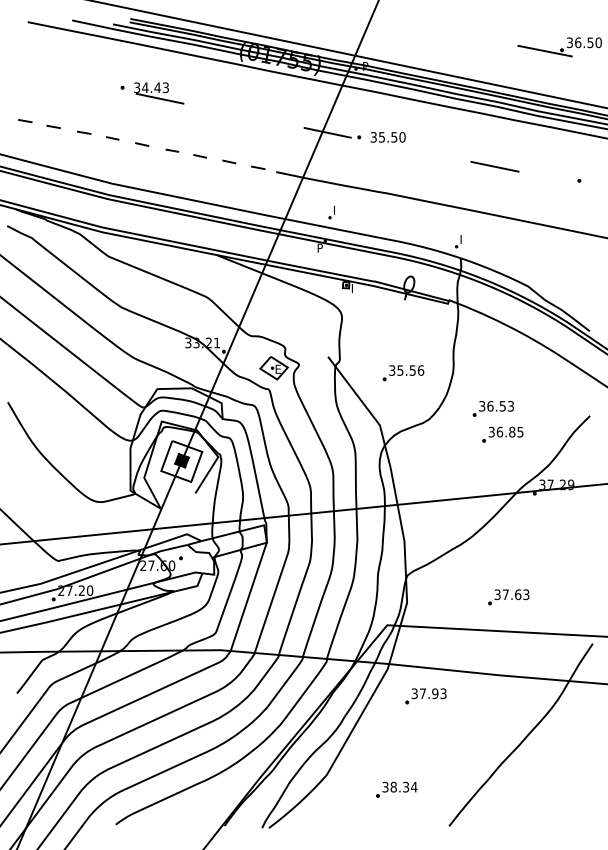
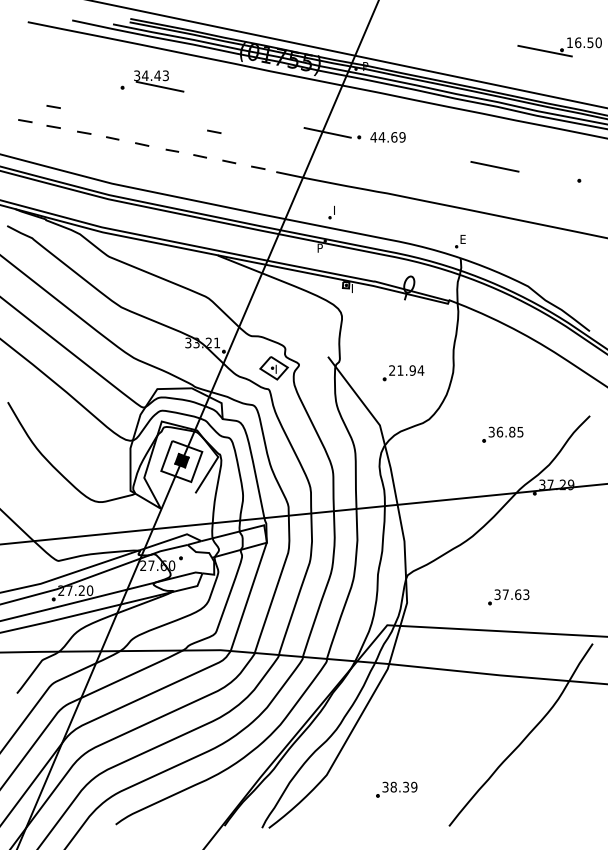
text at (569, 42): 36.50 -> 16.50
part at (159, 93) position: (159, 93) -> (159, 81)
line at (53, 106): none -> present
line at (214, 131): none -> present
text at (387, 137): 35.50 -> 44.69
text at (463, 238): I -> E
text at (278, 368): E -> I
text at (406, 370): 35.56 -> 21.94
part at (492, 408): present -> none
part at (425, 696): present -> none
text at (413, 786): 38.34 -> 38.39
